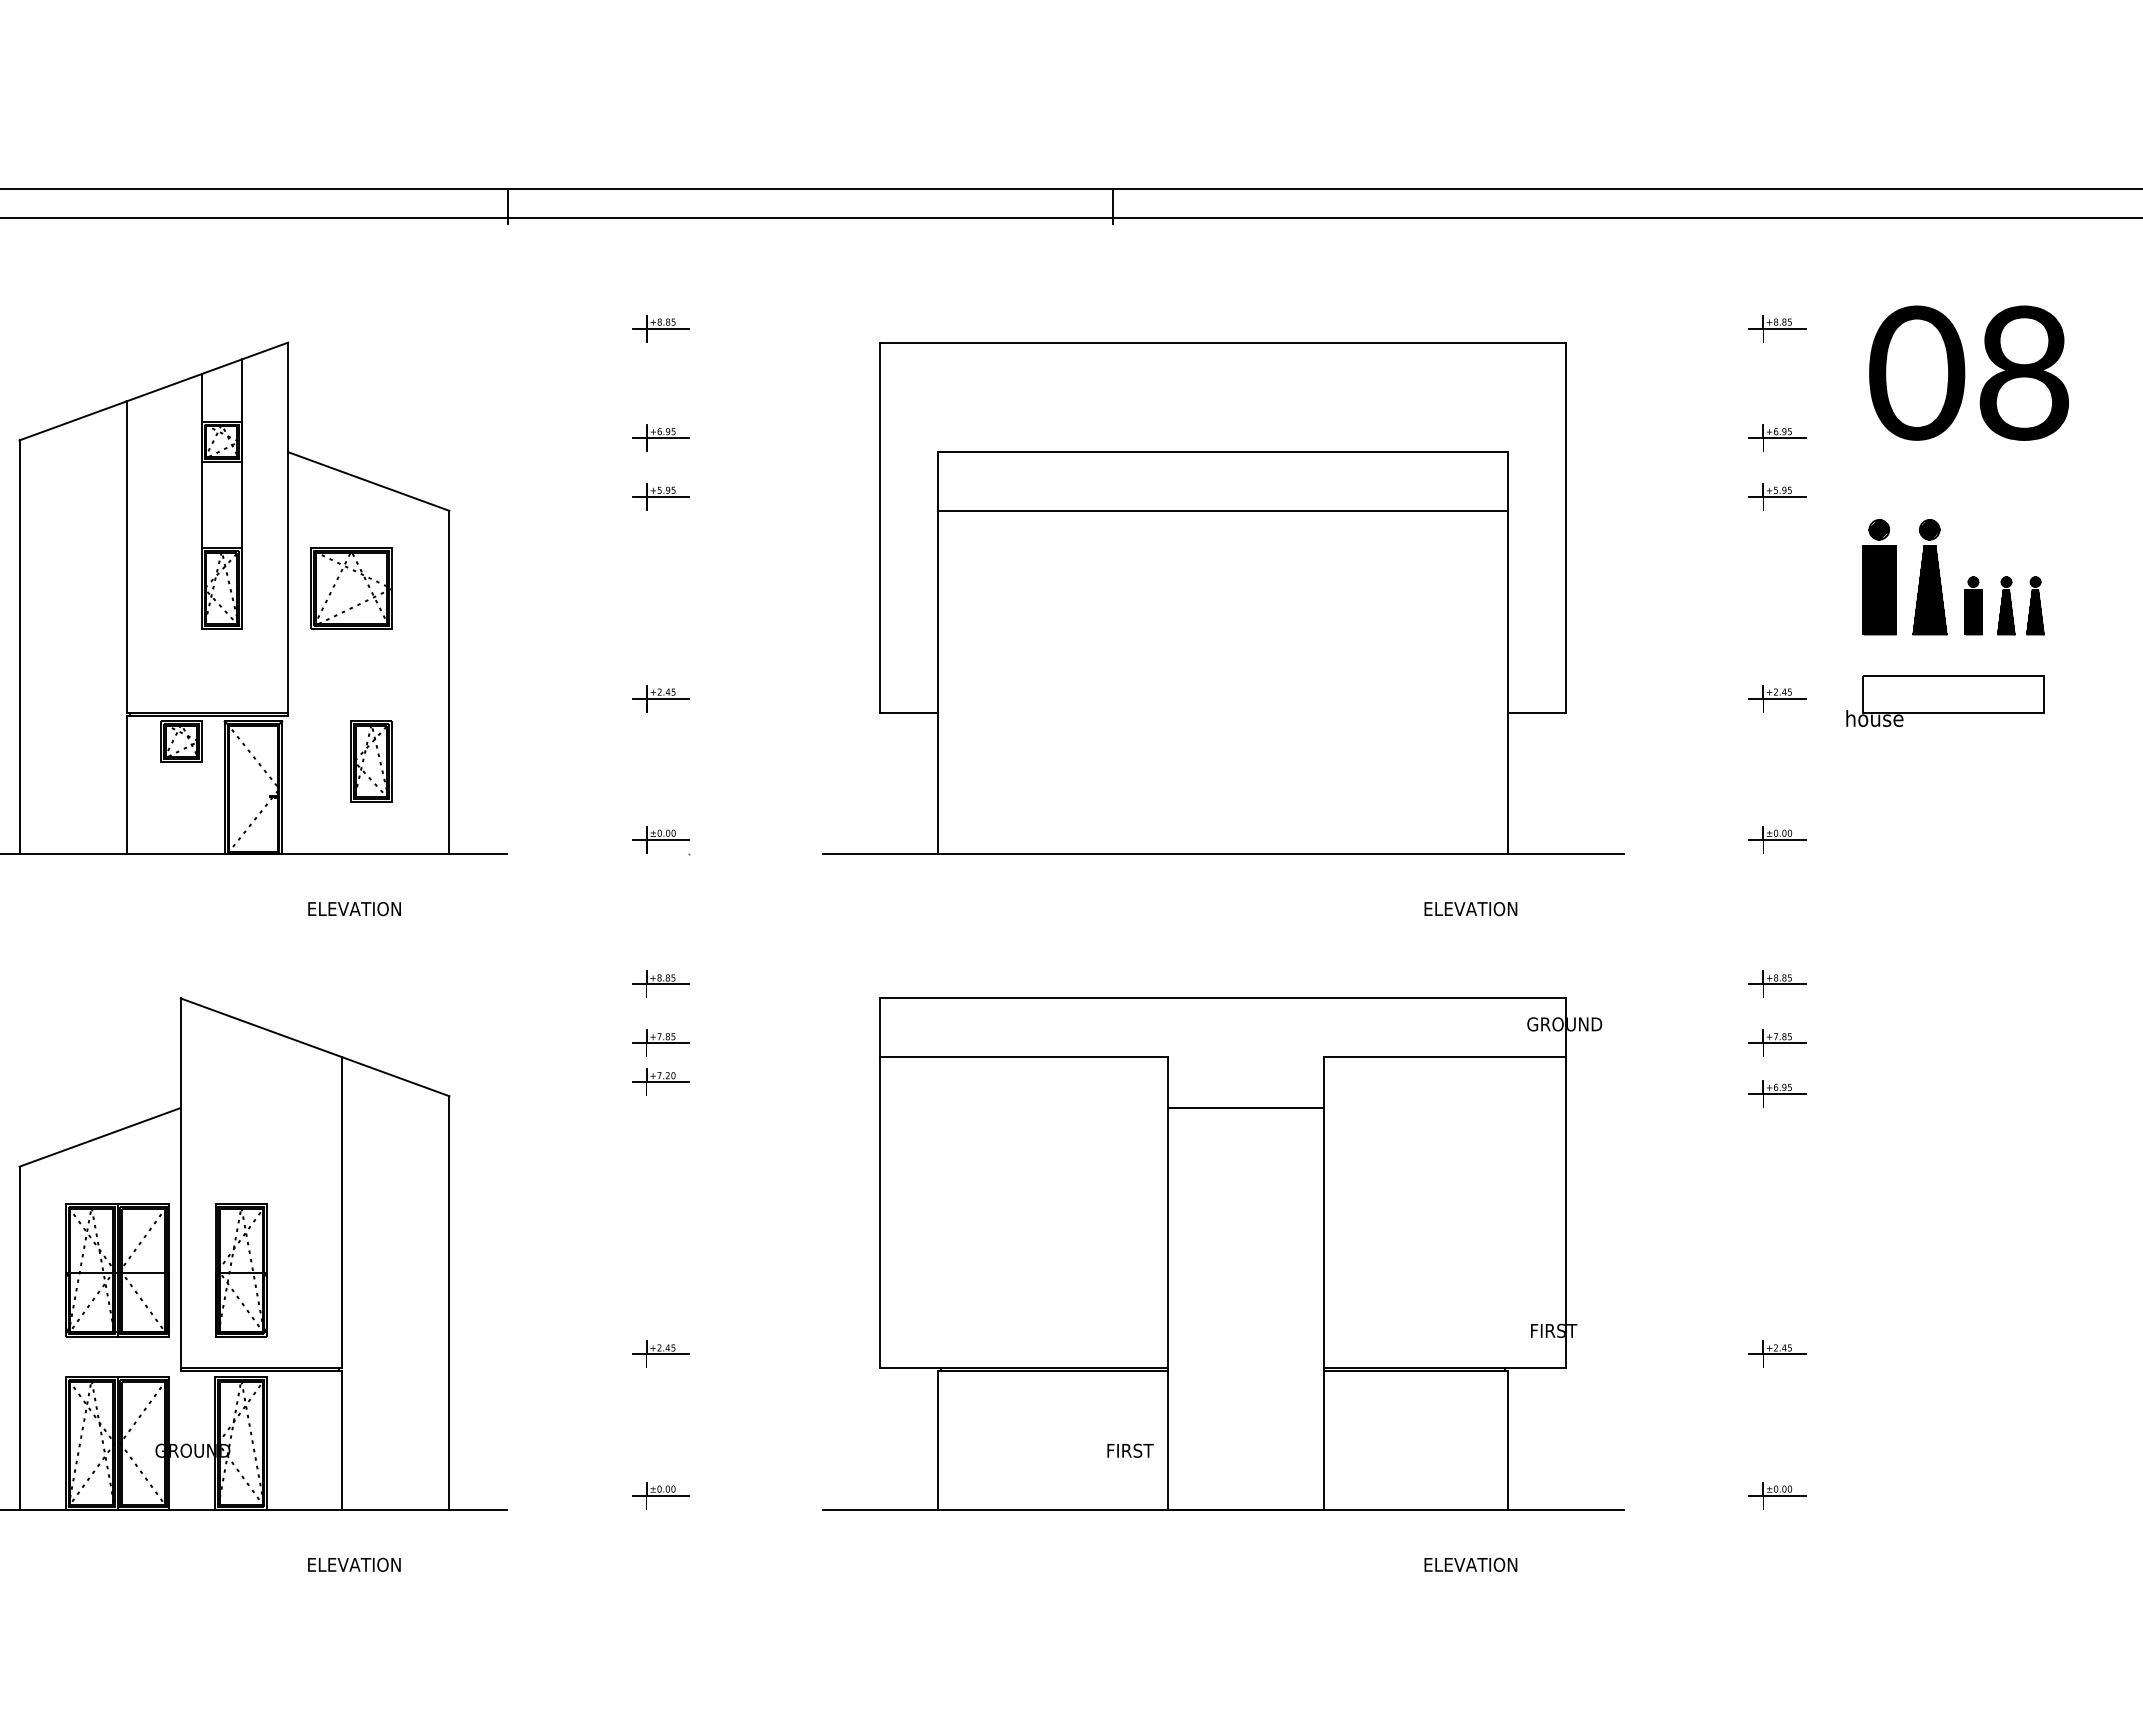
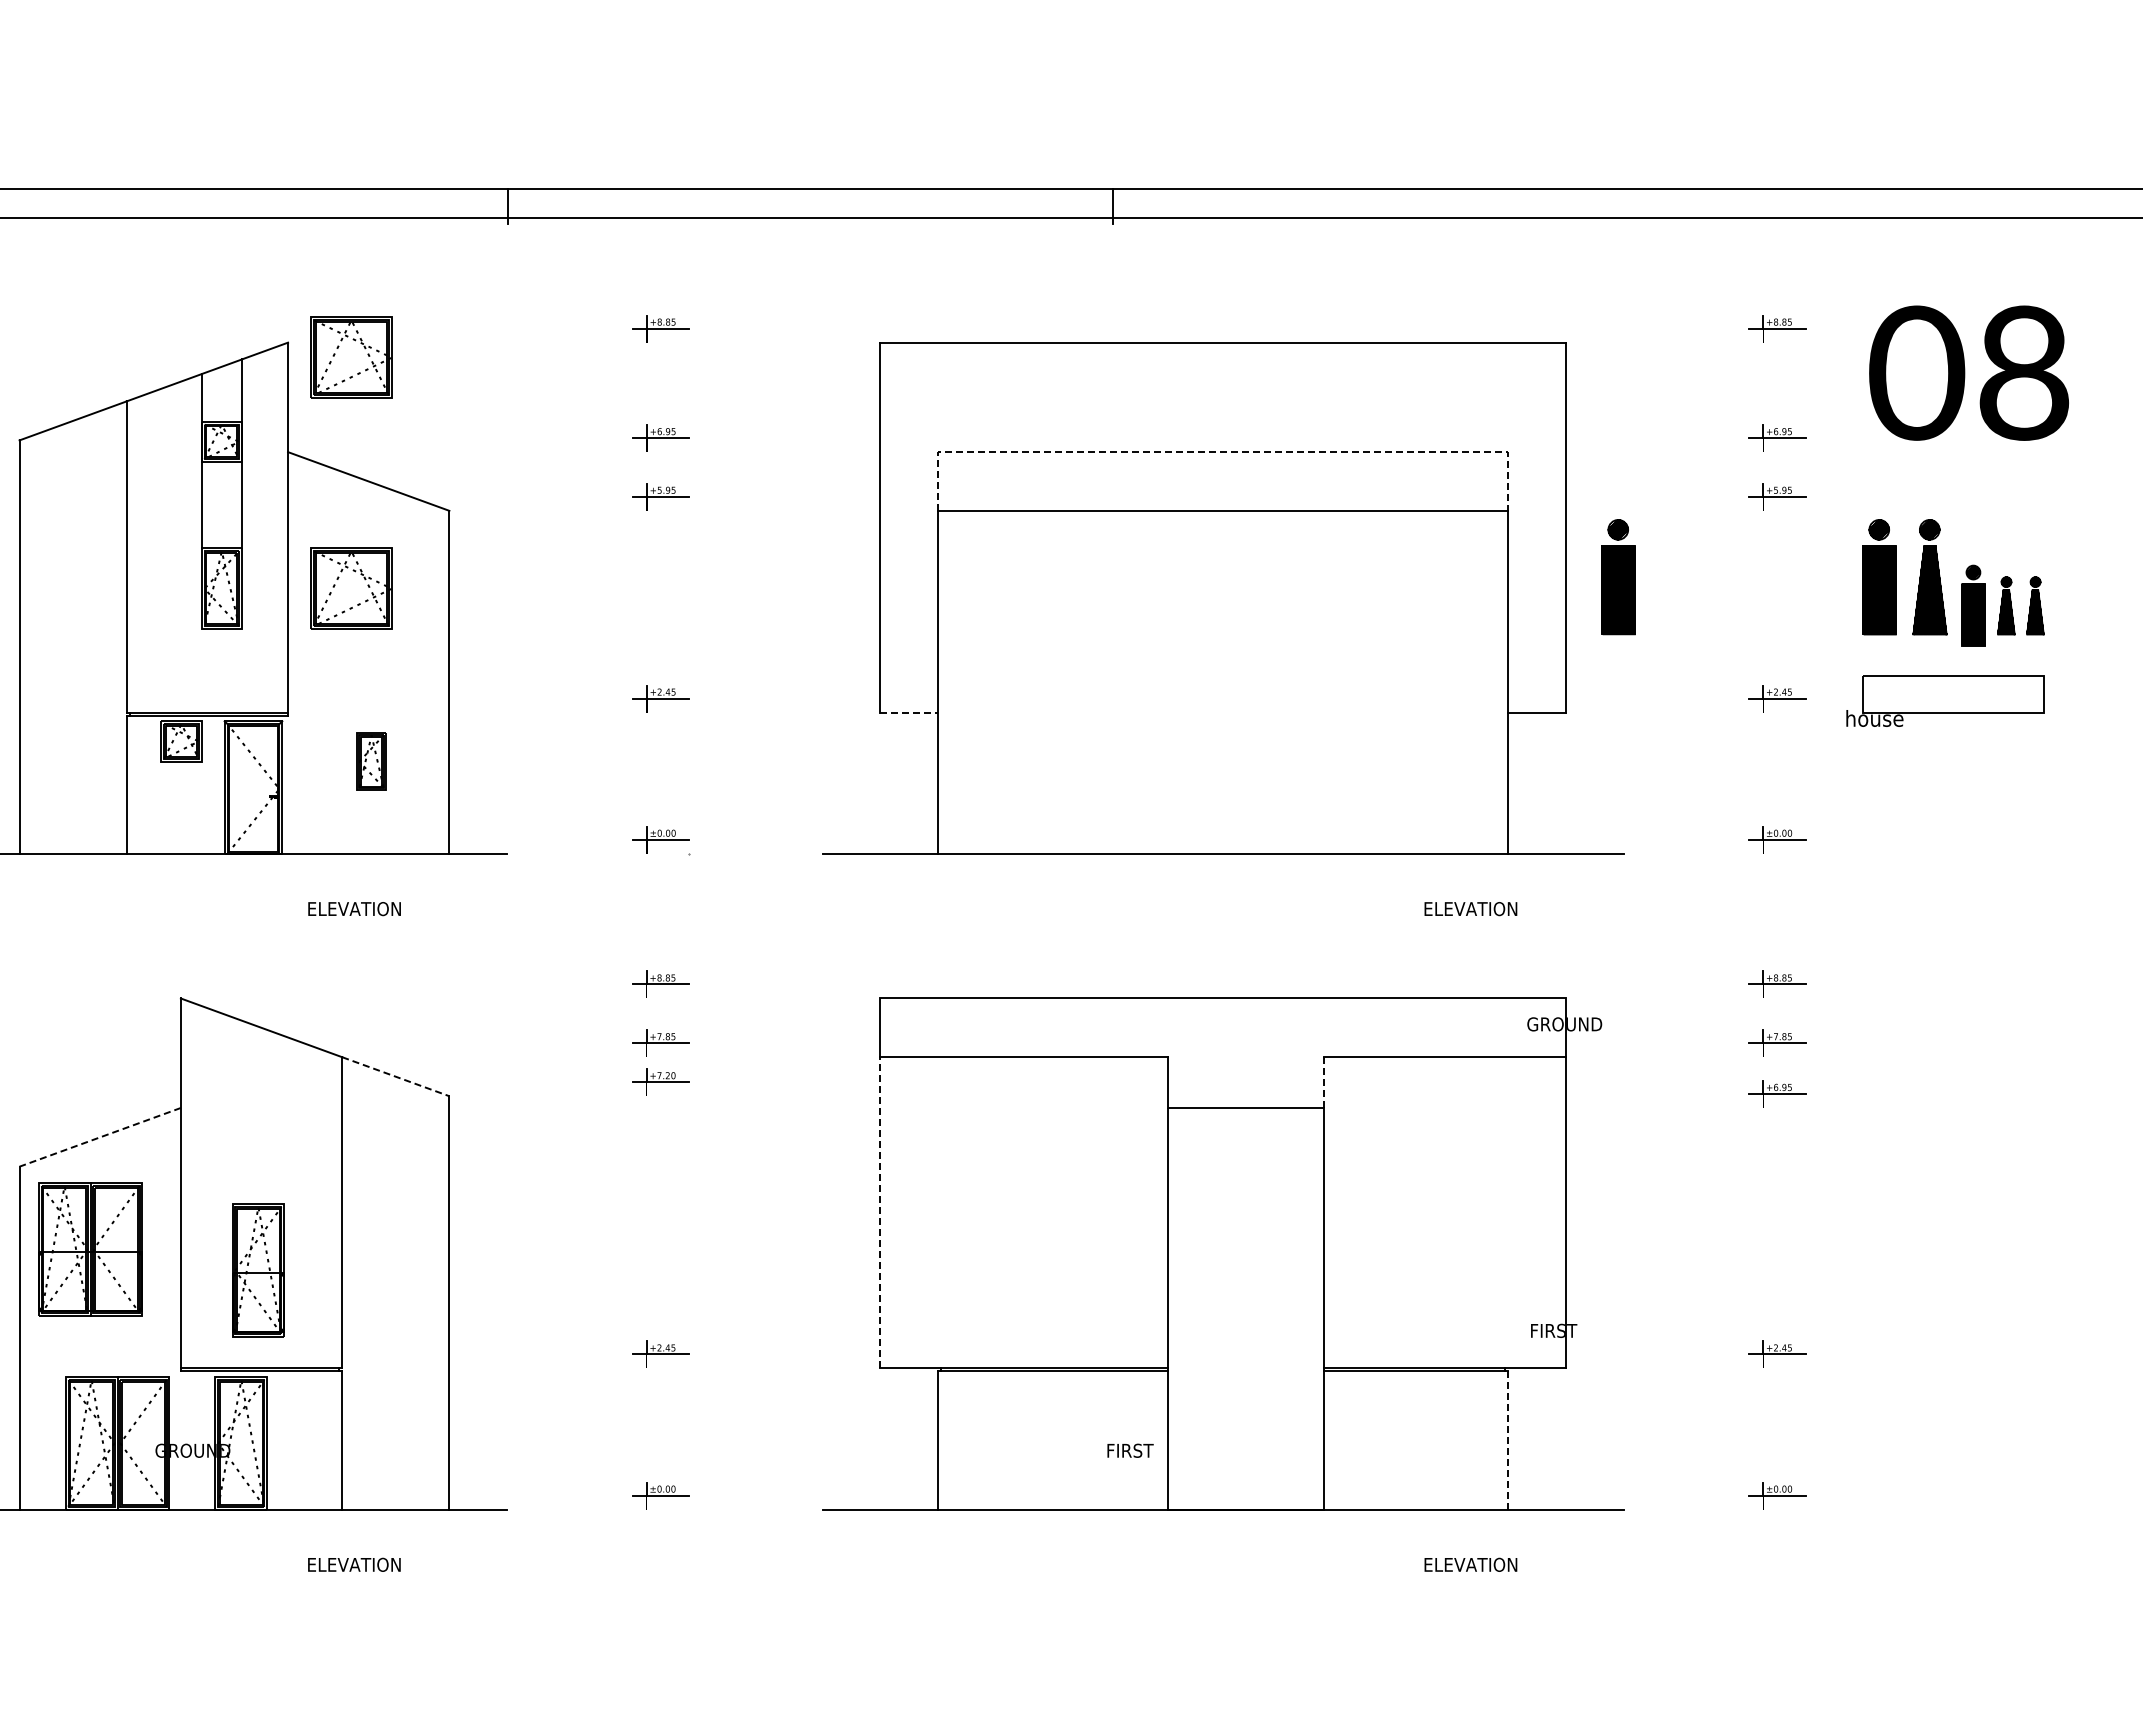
part at (351, 357): none -> present
line at (1223, 452): solid -> dashed
part at (1618, 577): none -> present
part at (1973, 605) size: 19x60 px -> 25x83 px
line at (909, 712): solid -> dashed
part at (371, 761) size: 43x83 px -> 31x59 px
line at (396, 1076): solid -> dashed
line at (1323, 1082): solid -> dashed
line at (100, 1137): solid -> dashed
line at (880, 1212): solid -> dashed
part at (117, 1270) position: (117, 1270) -> (90, 1249)
part at (241, 1270) position: (241, 1270) -> (258, 1270)
line at (1508, 1440): solid -> dashed
